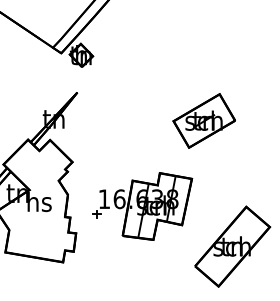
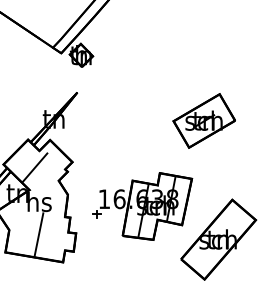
line at (34, 167): none -> present
line at (38, 234): none -> present
part at (232, 246) position: (232, 246) -> (218, 239)
